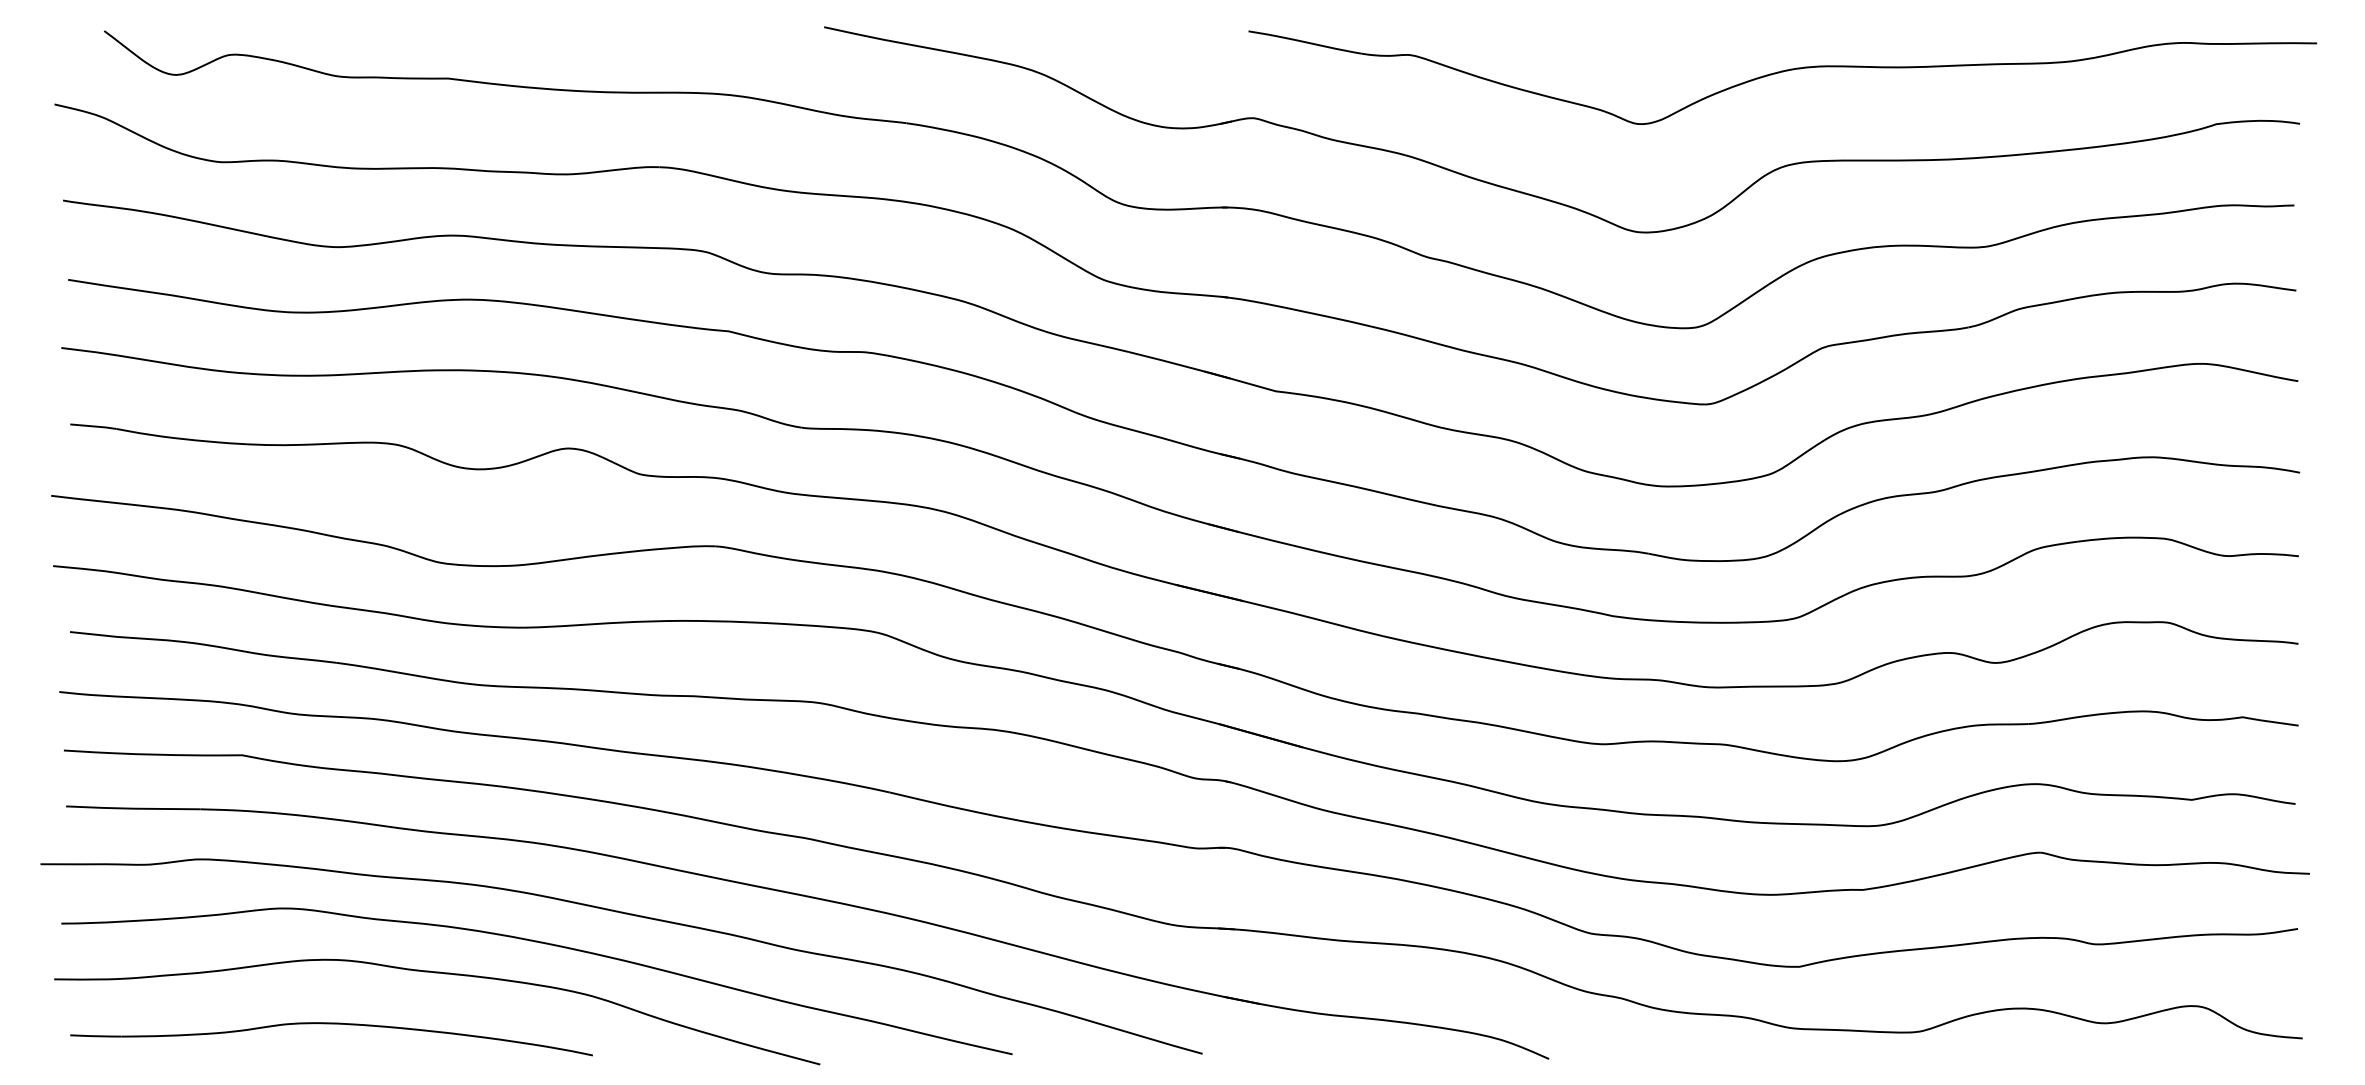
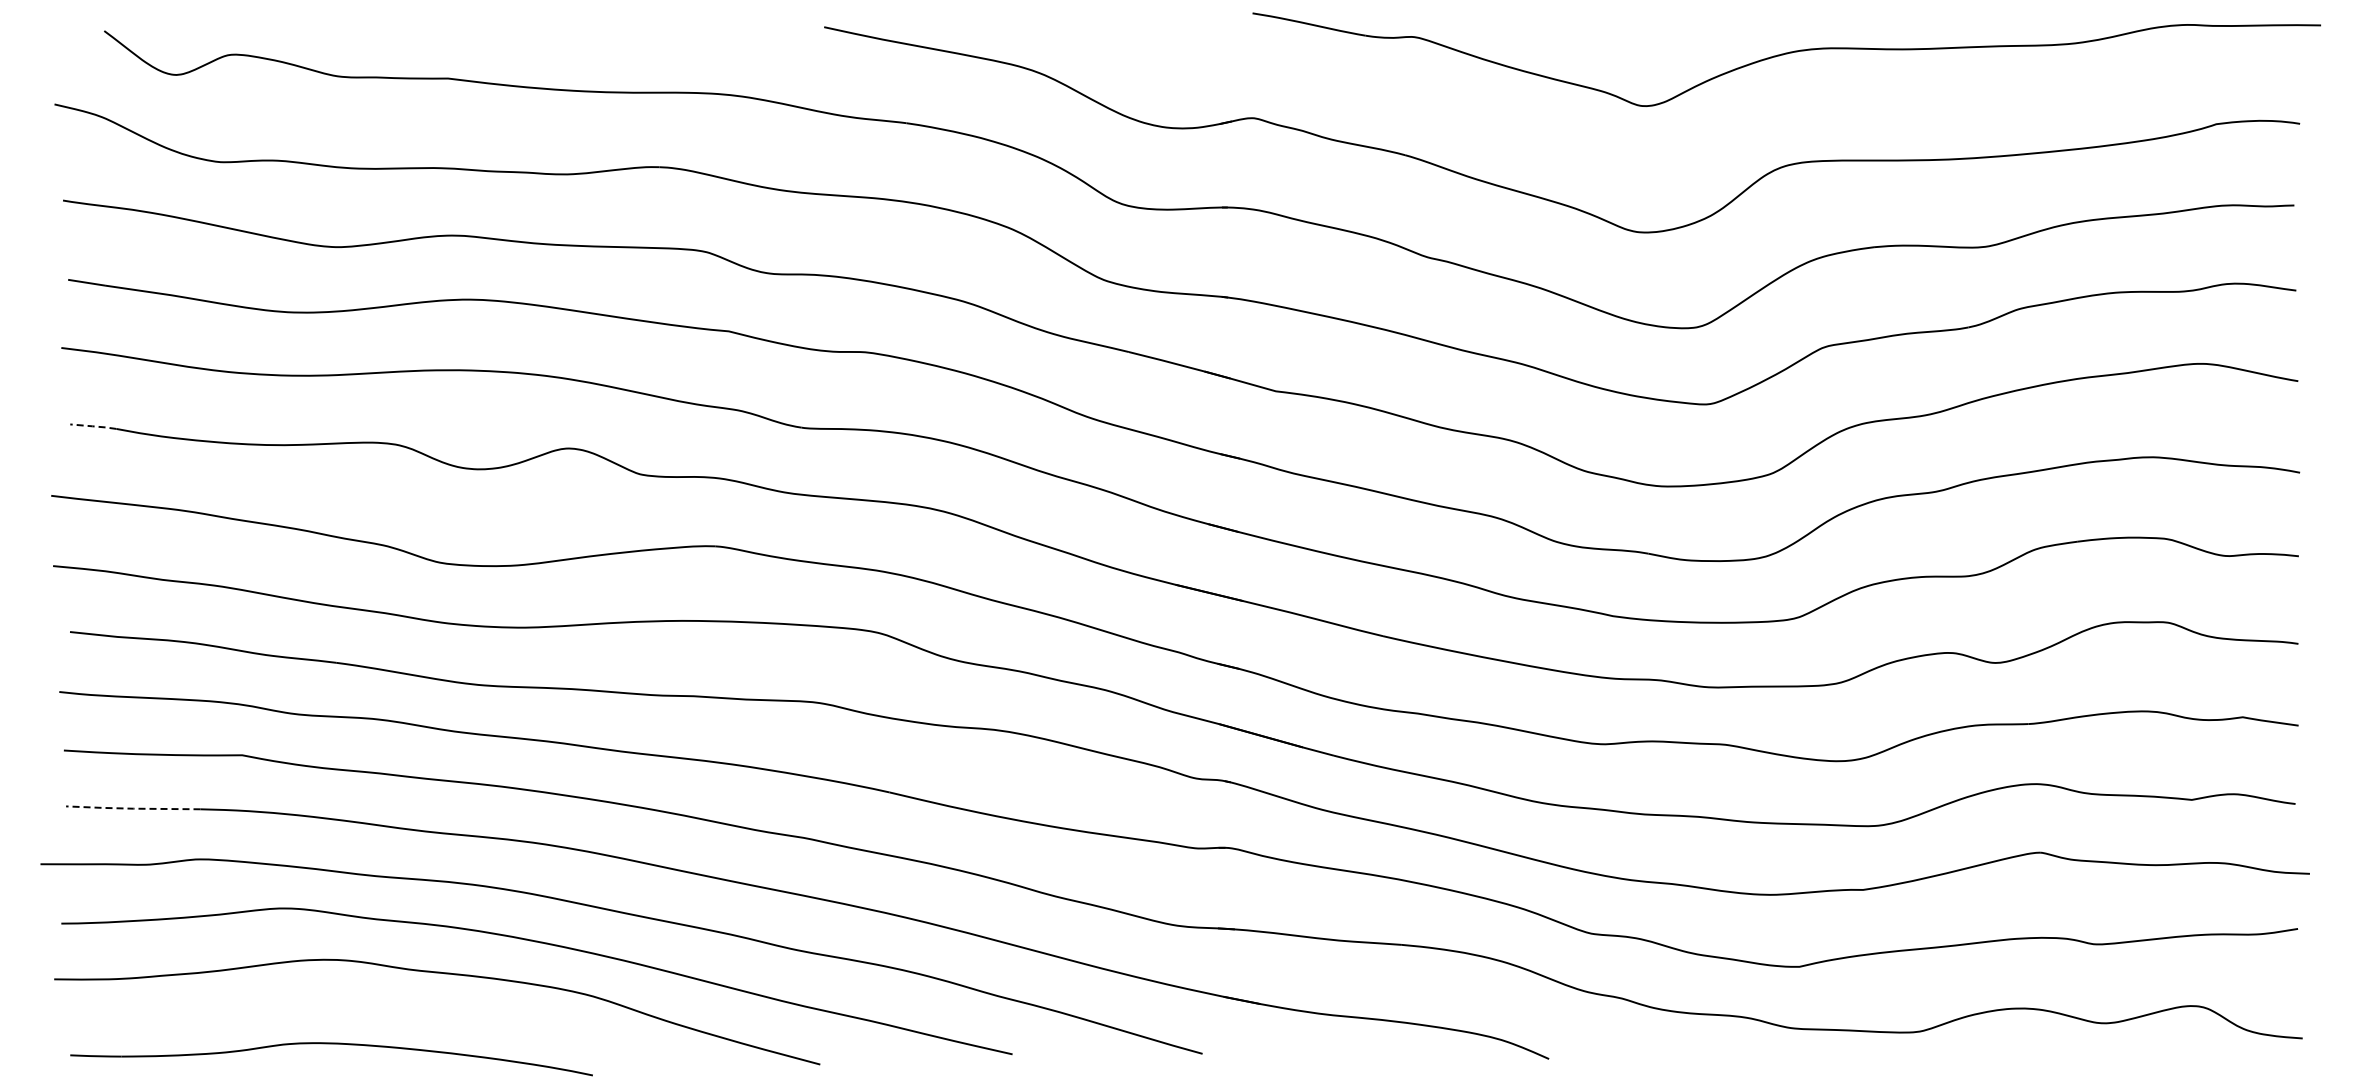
part at (1782, 77) position: (1782, 77) -> (1786, 59)
line at (93, 426): solid -> dashed
line at (132, 808): solid -> dashed
part at (331, 1024) position: (331, 1024) -> (331, 1044)
